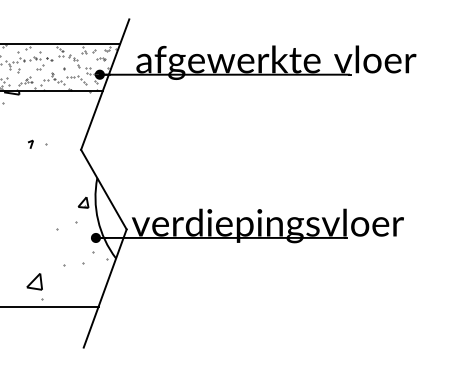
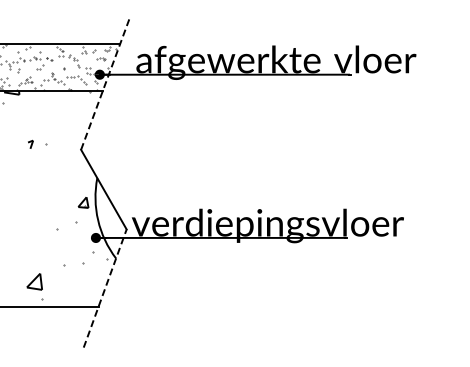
line at (105, 84): solid -> dashed
line at (105, 288): solid -> dashed
